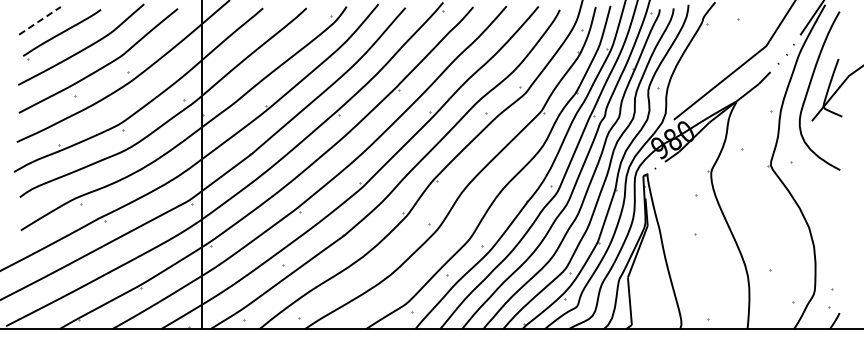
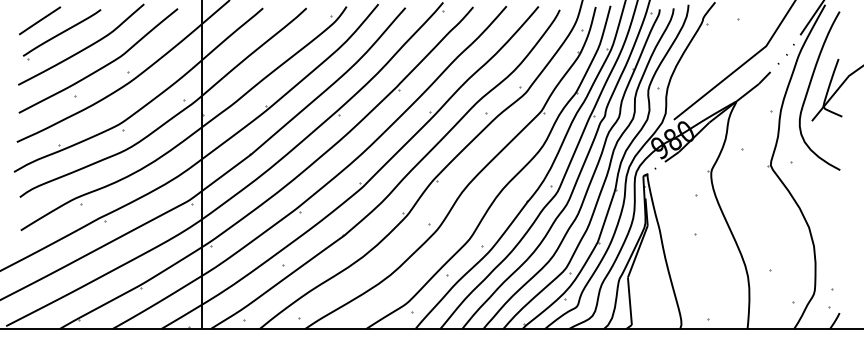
line at (40, 20): dashed -> solid
